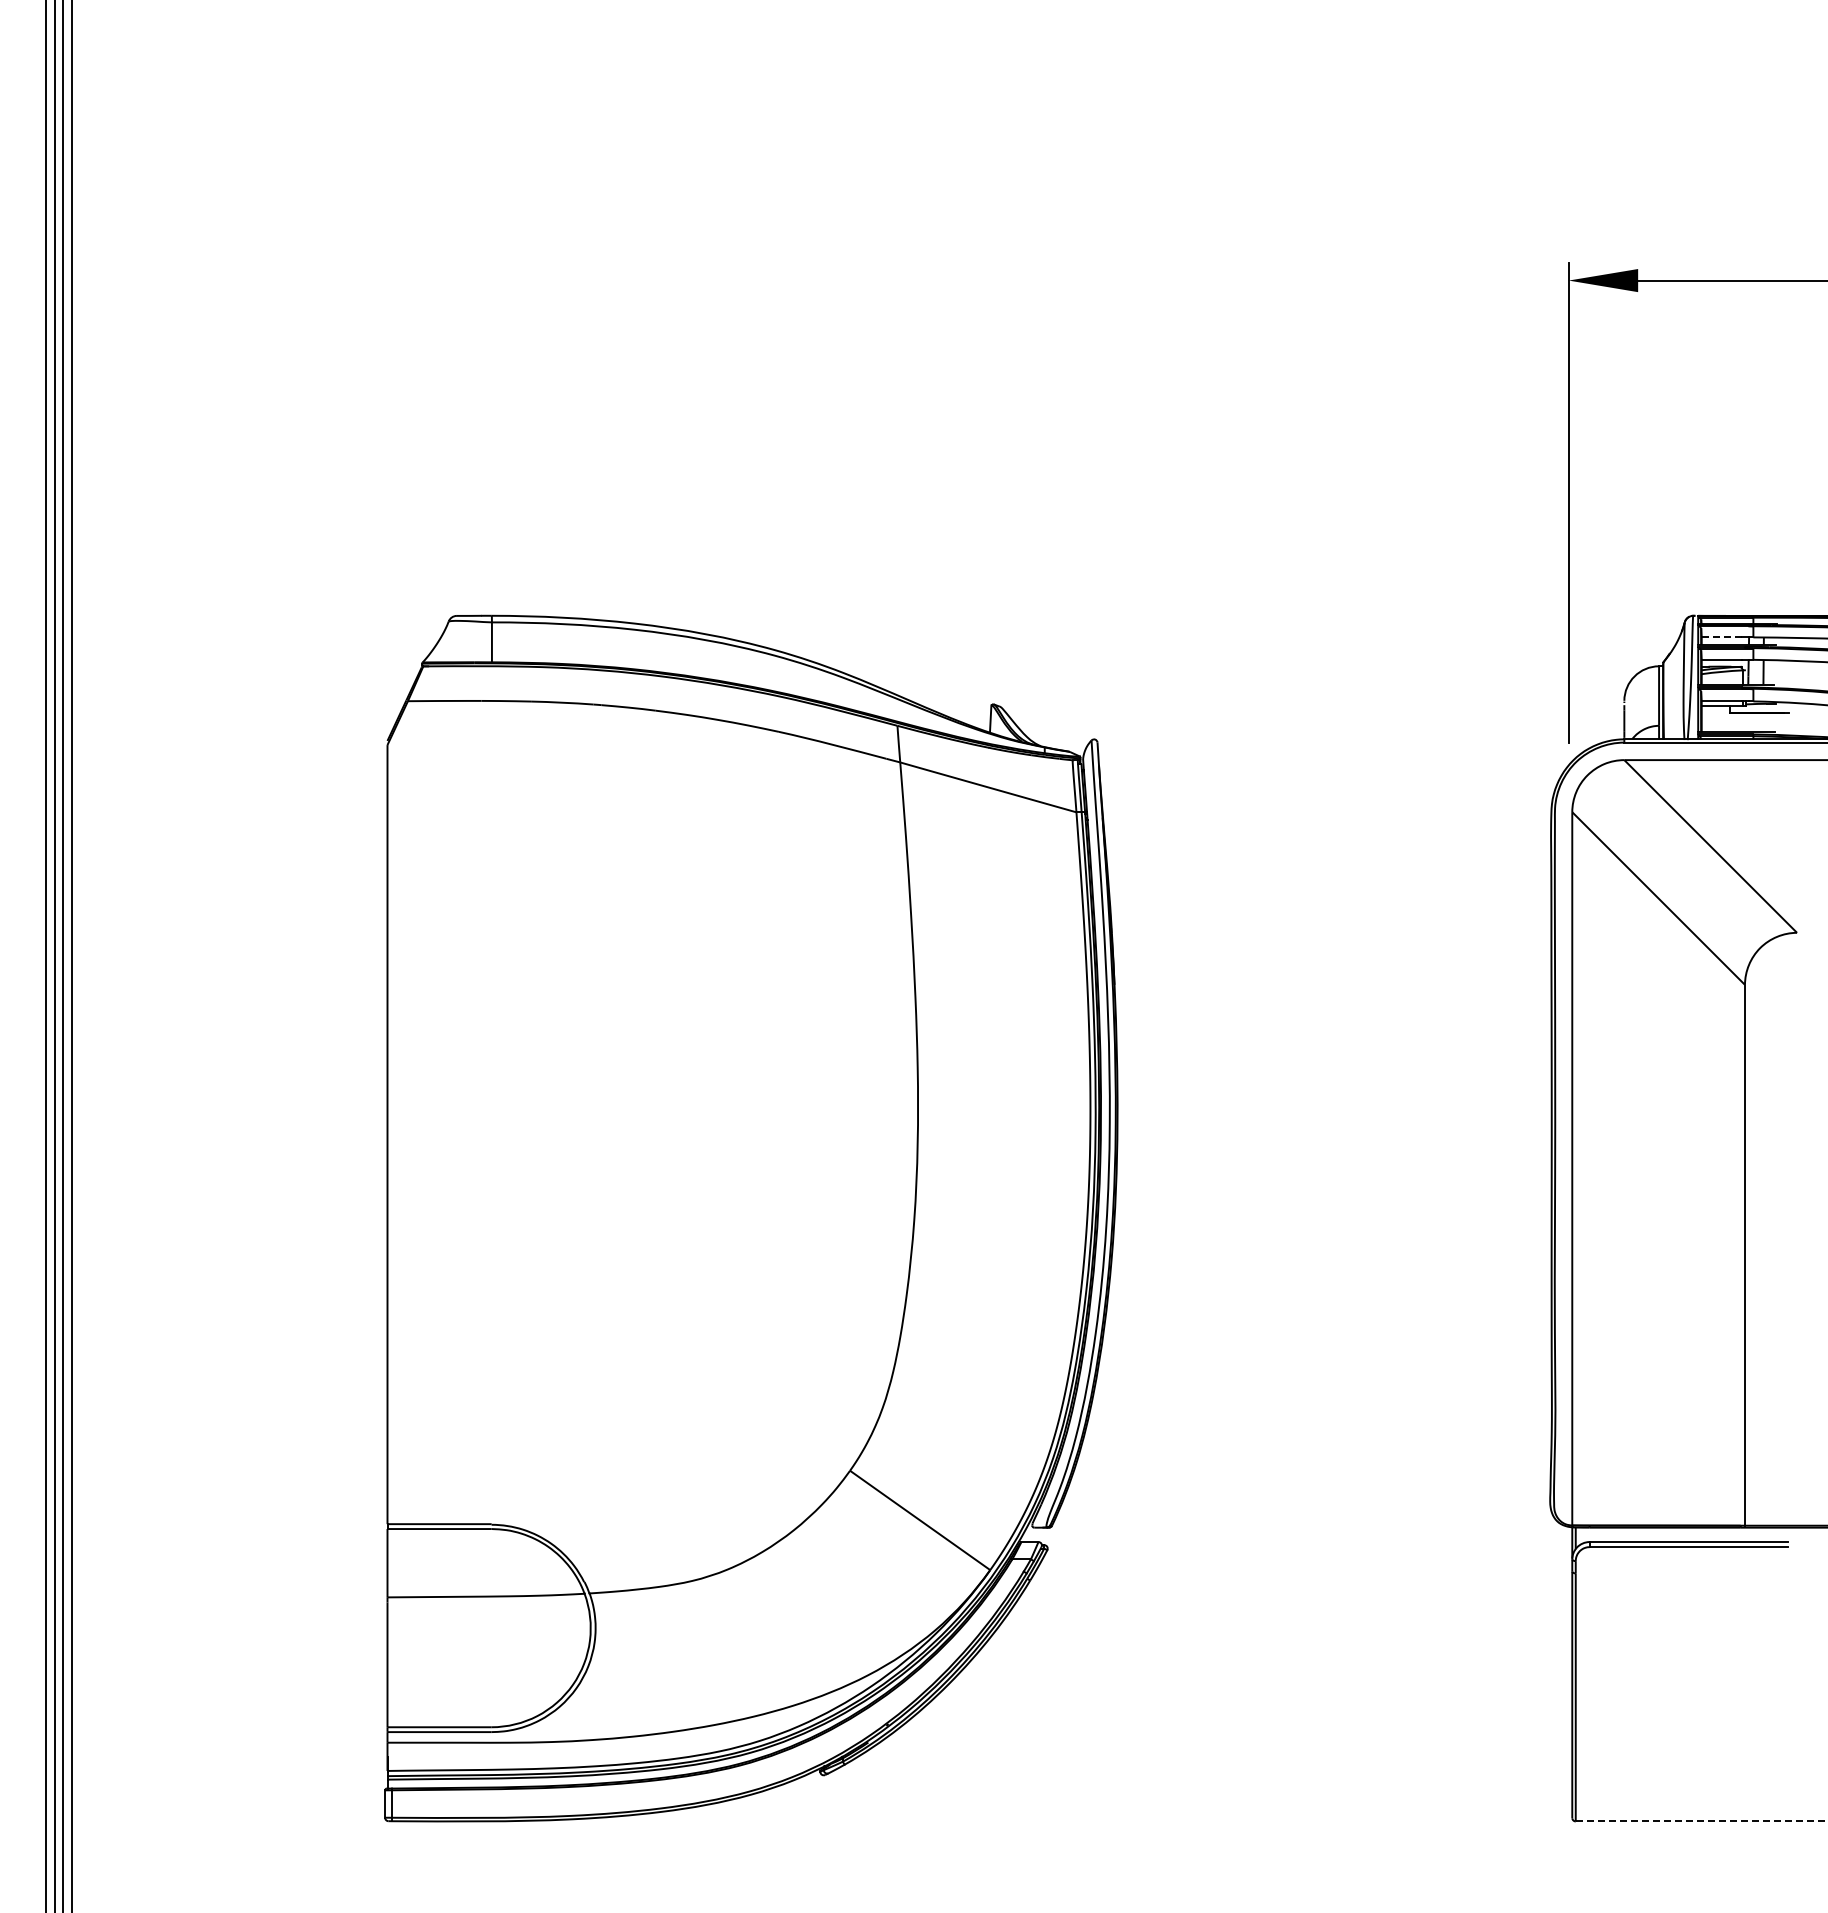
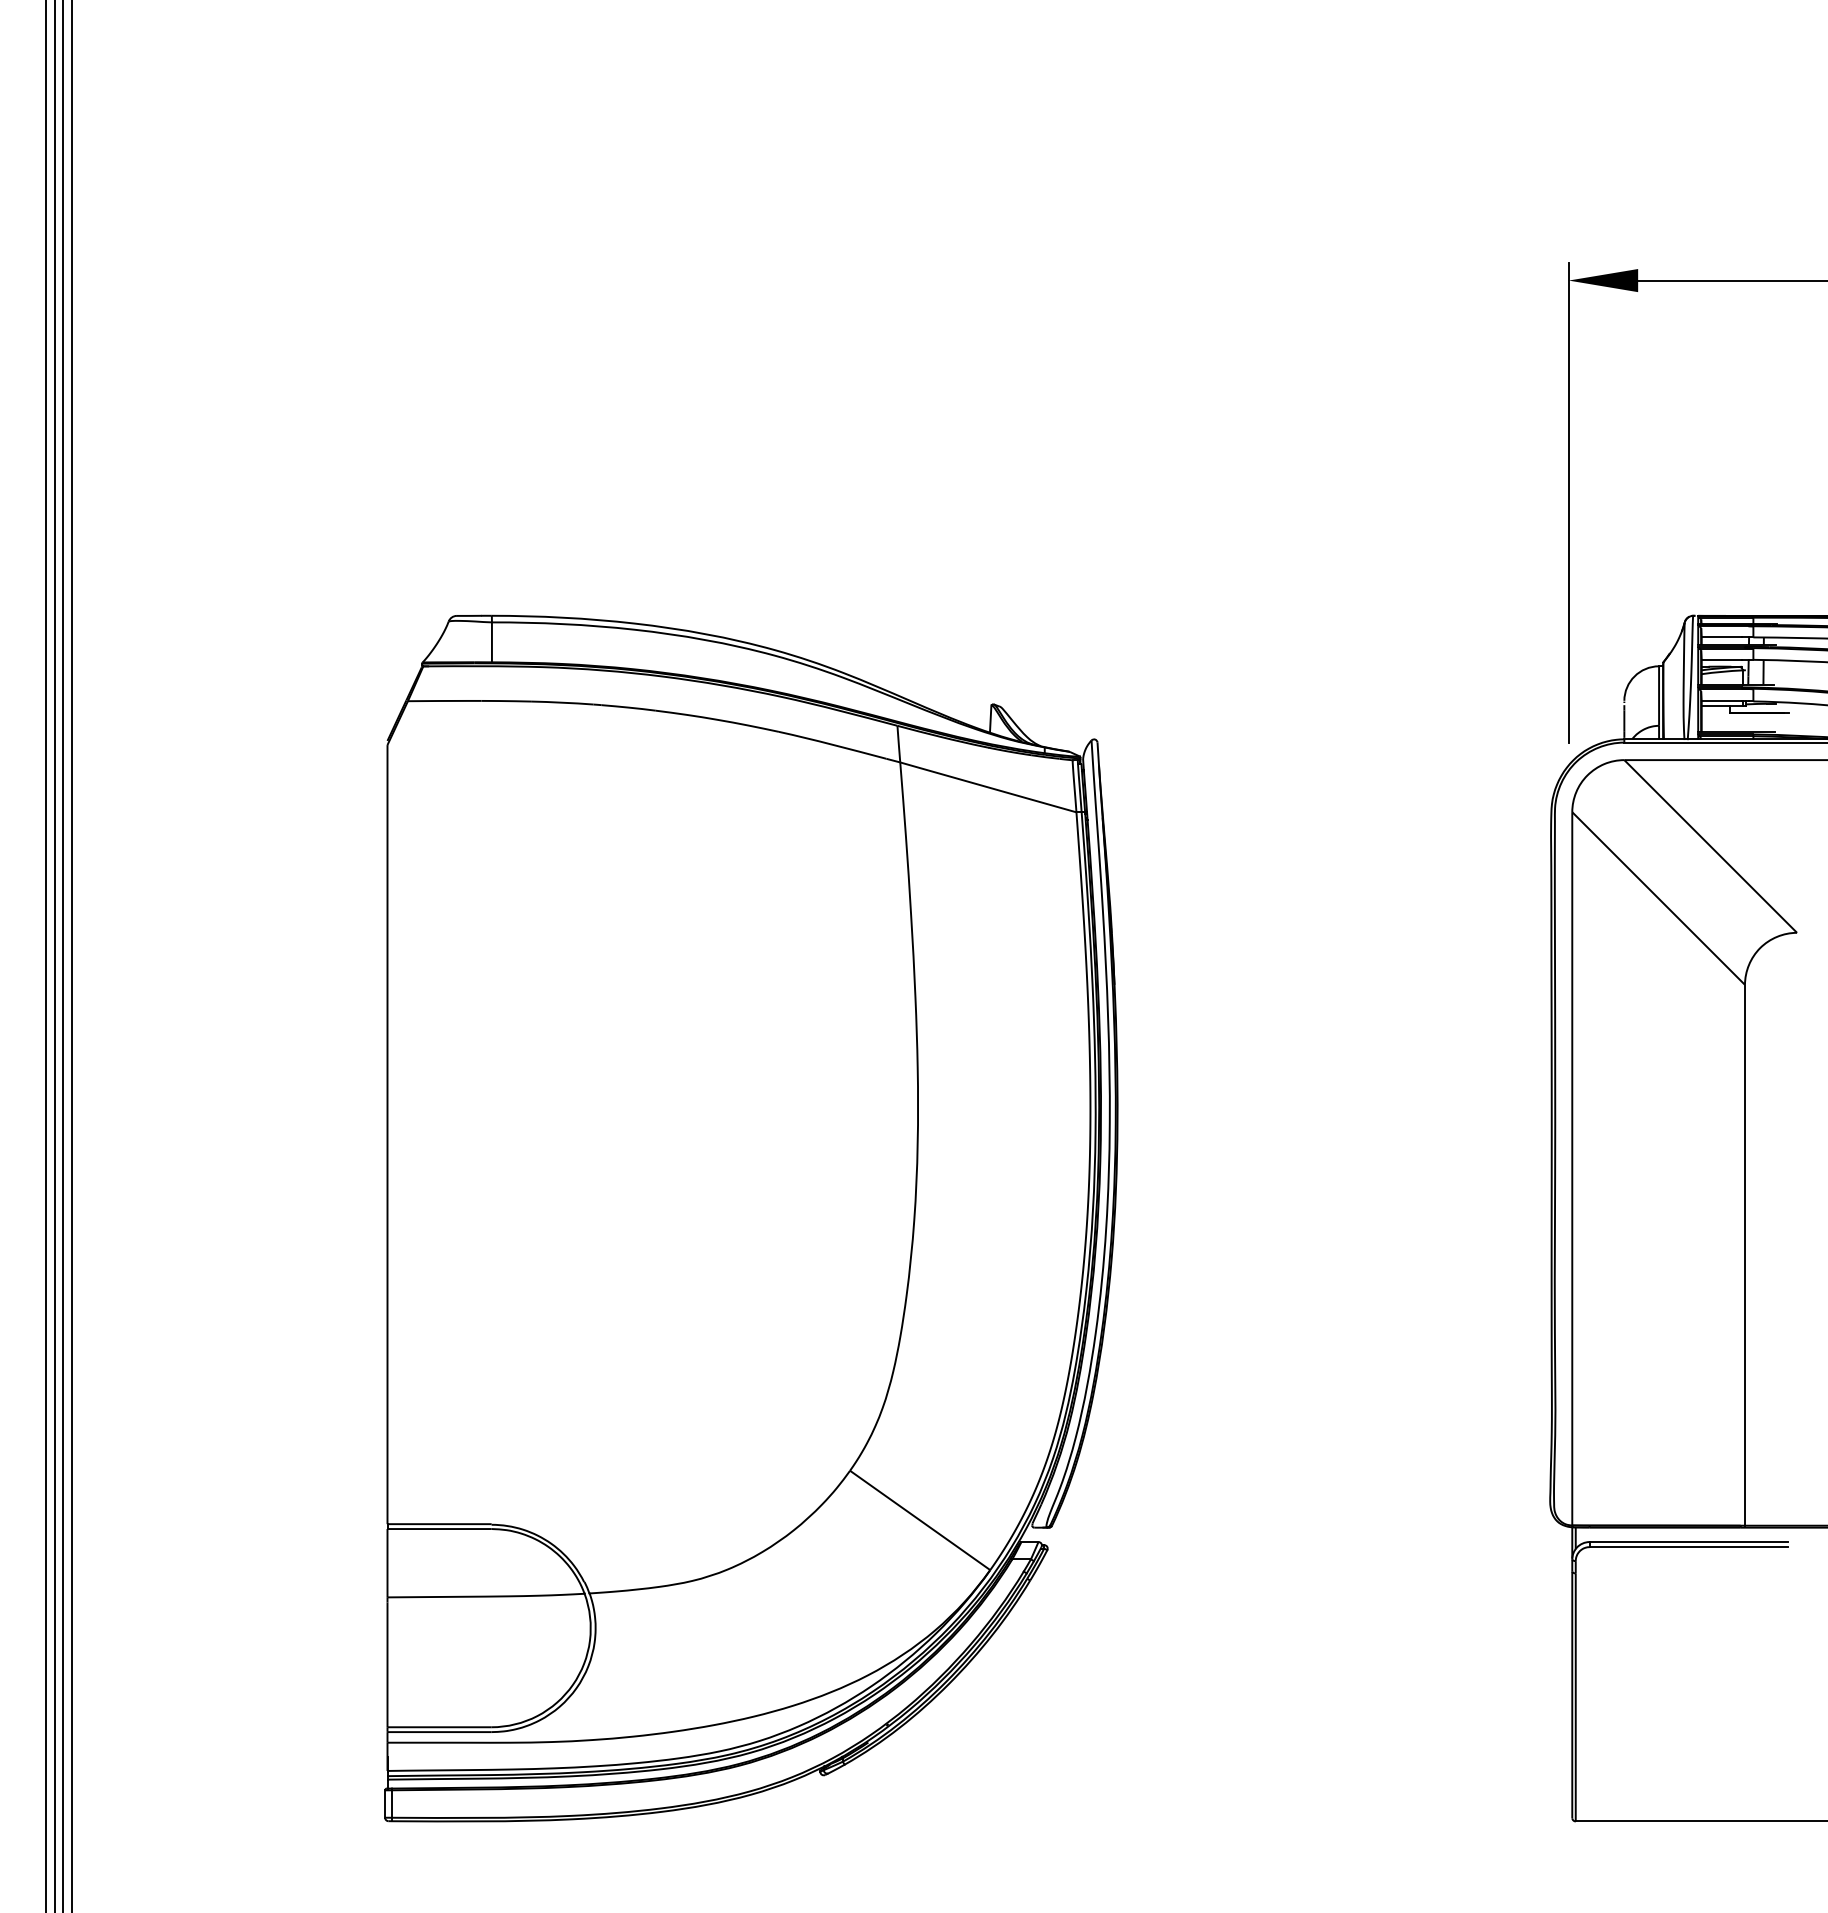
line at (1721, 637): dashed -> solid
line at (1701, 1821): dashed -> solid
